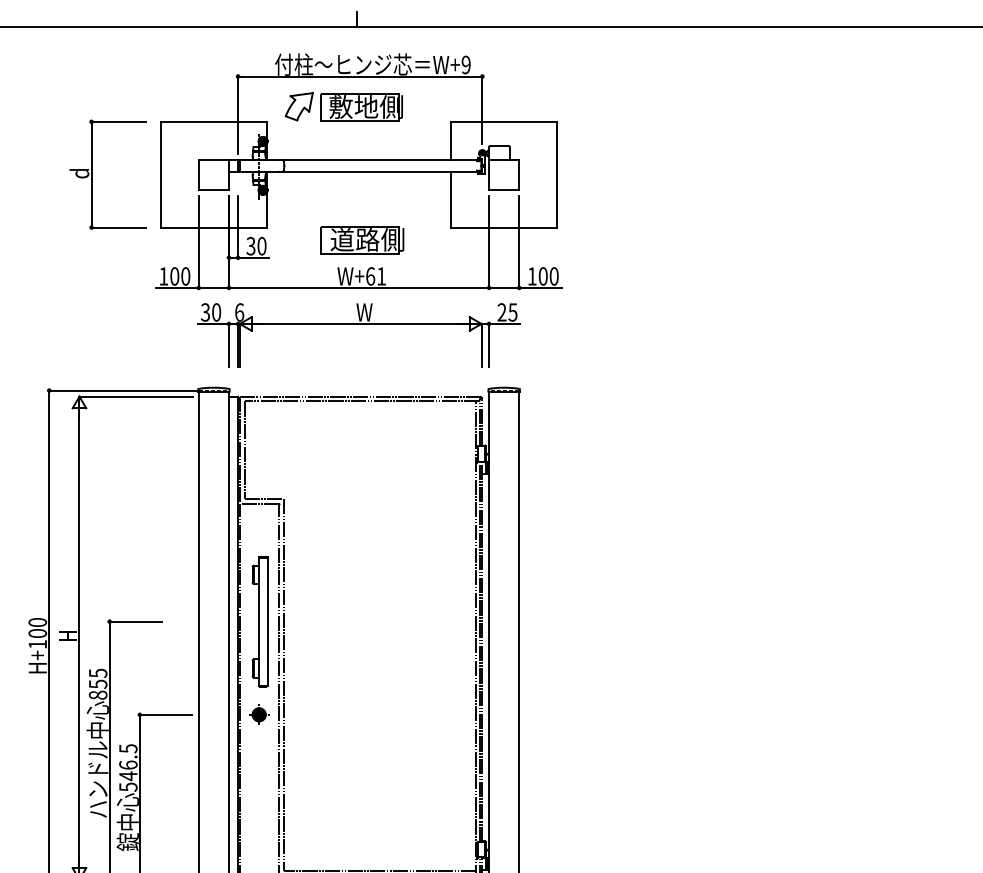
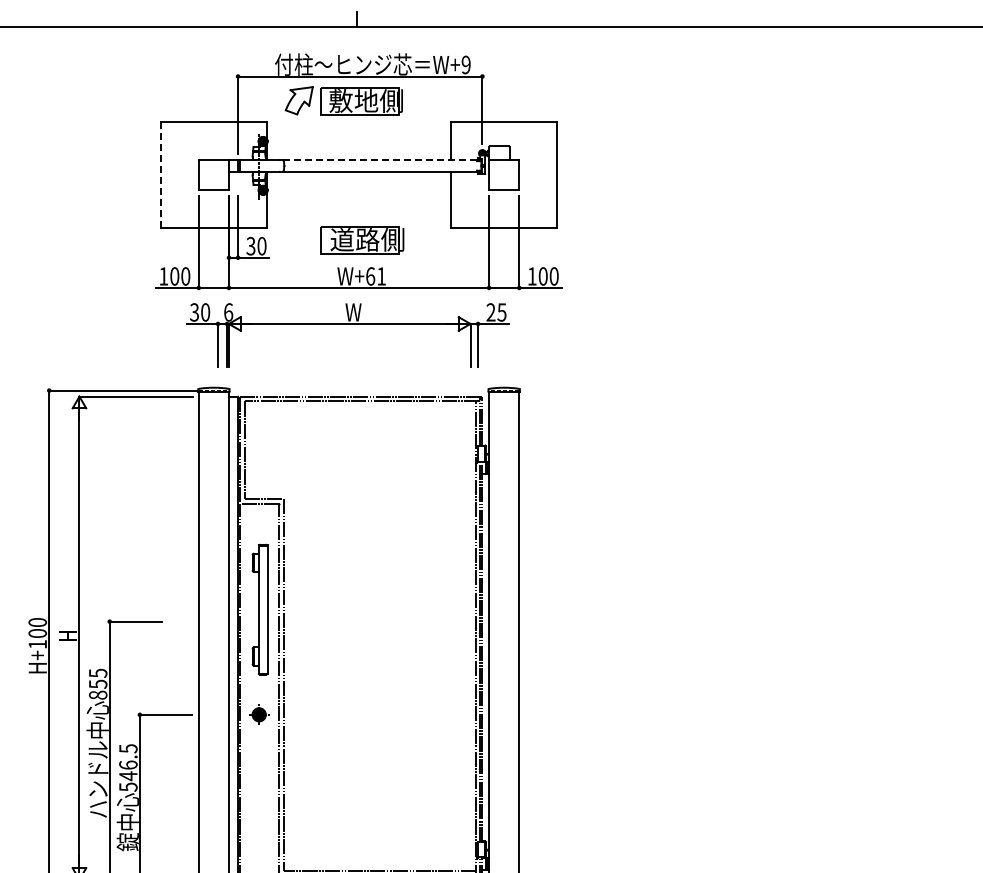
part at (343, 106) position: (343, 106) -> (343, 100)
line at (380, 160): solid -> dashed
part at (92, 174): present -> none
line at (161, 174): solid -> dashed
part at (358, 324) position: (358, 324) -> (347, 324)
part at (259, 621) position: (259, 621) -> (259, 609)
